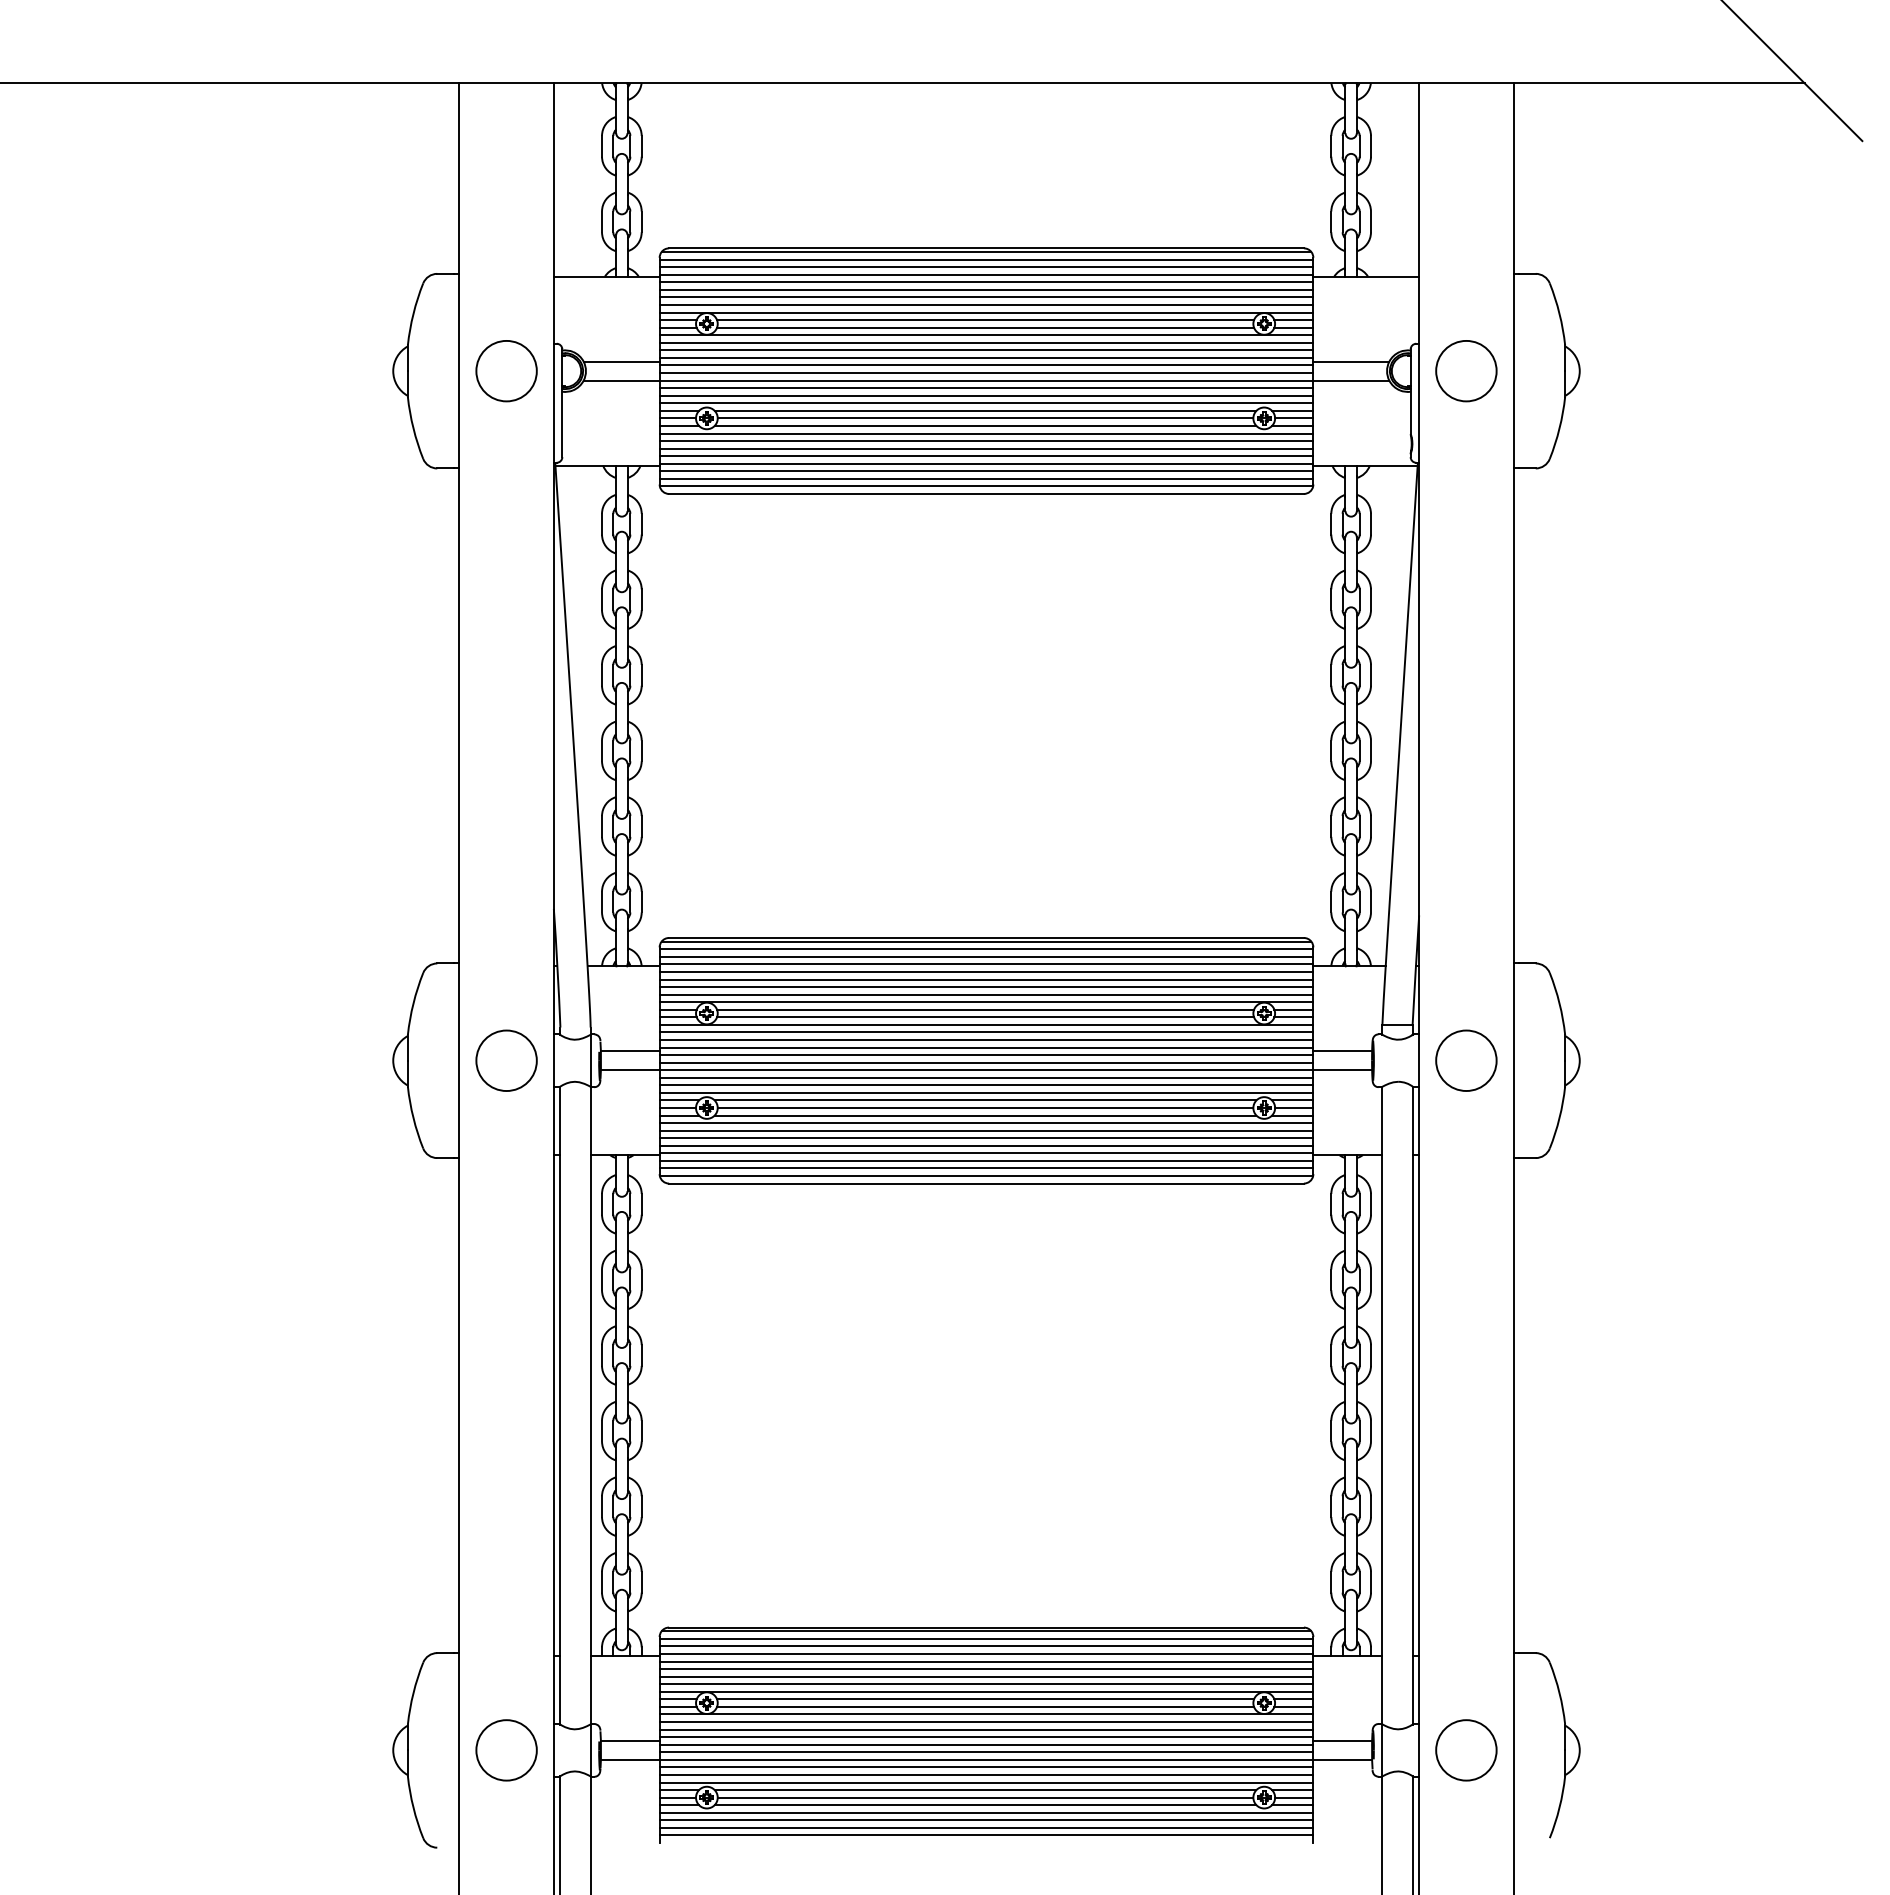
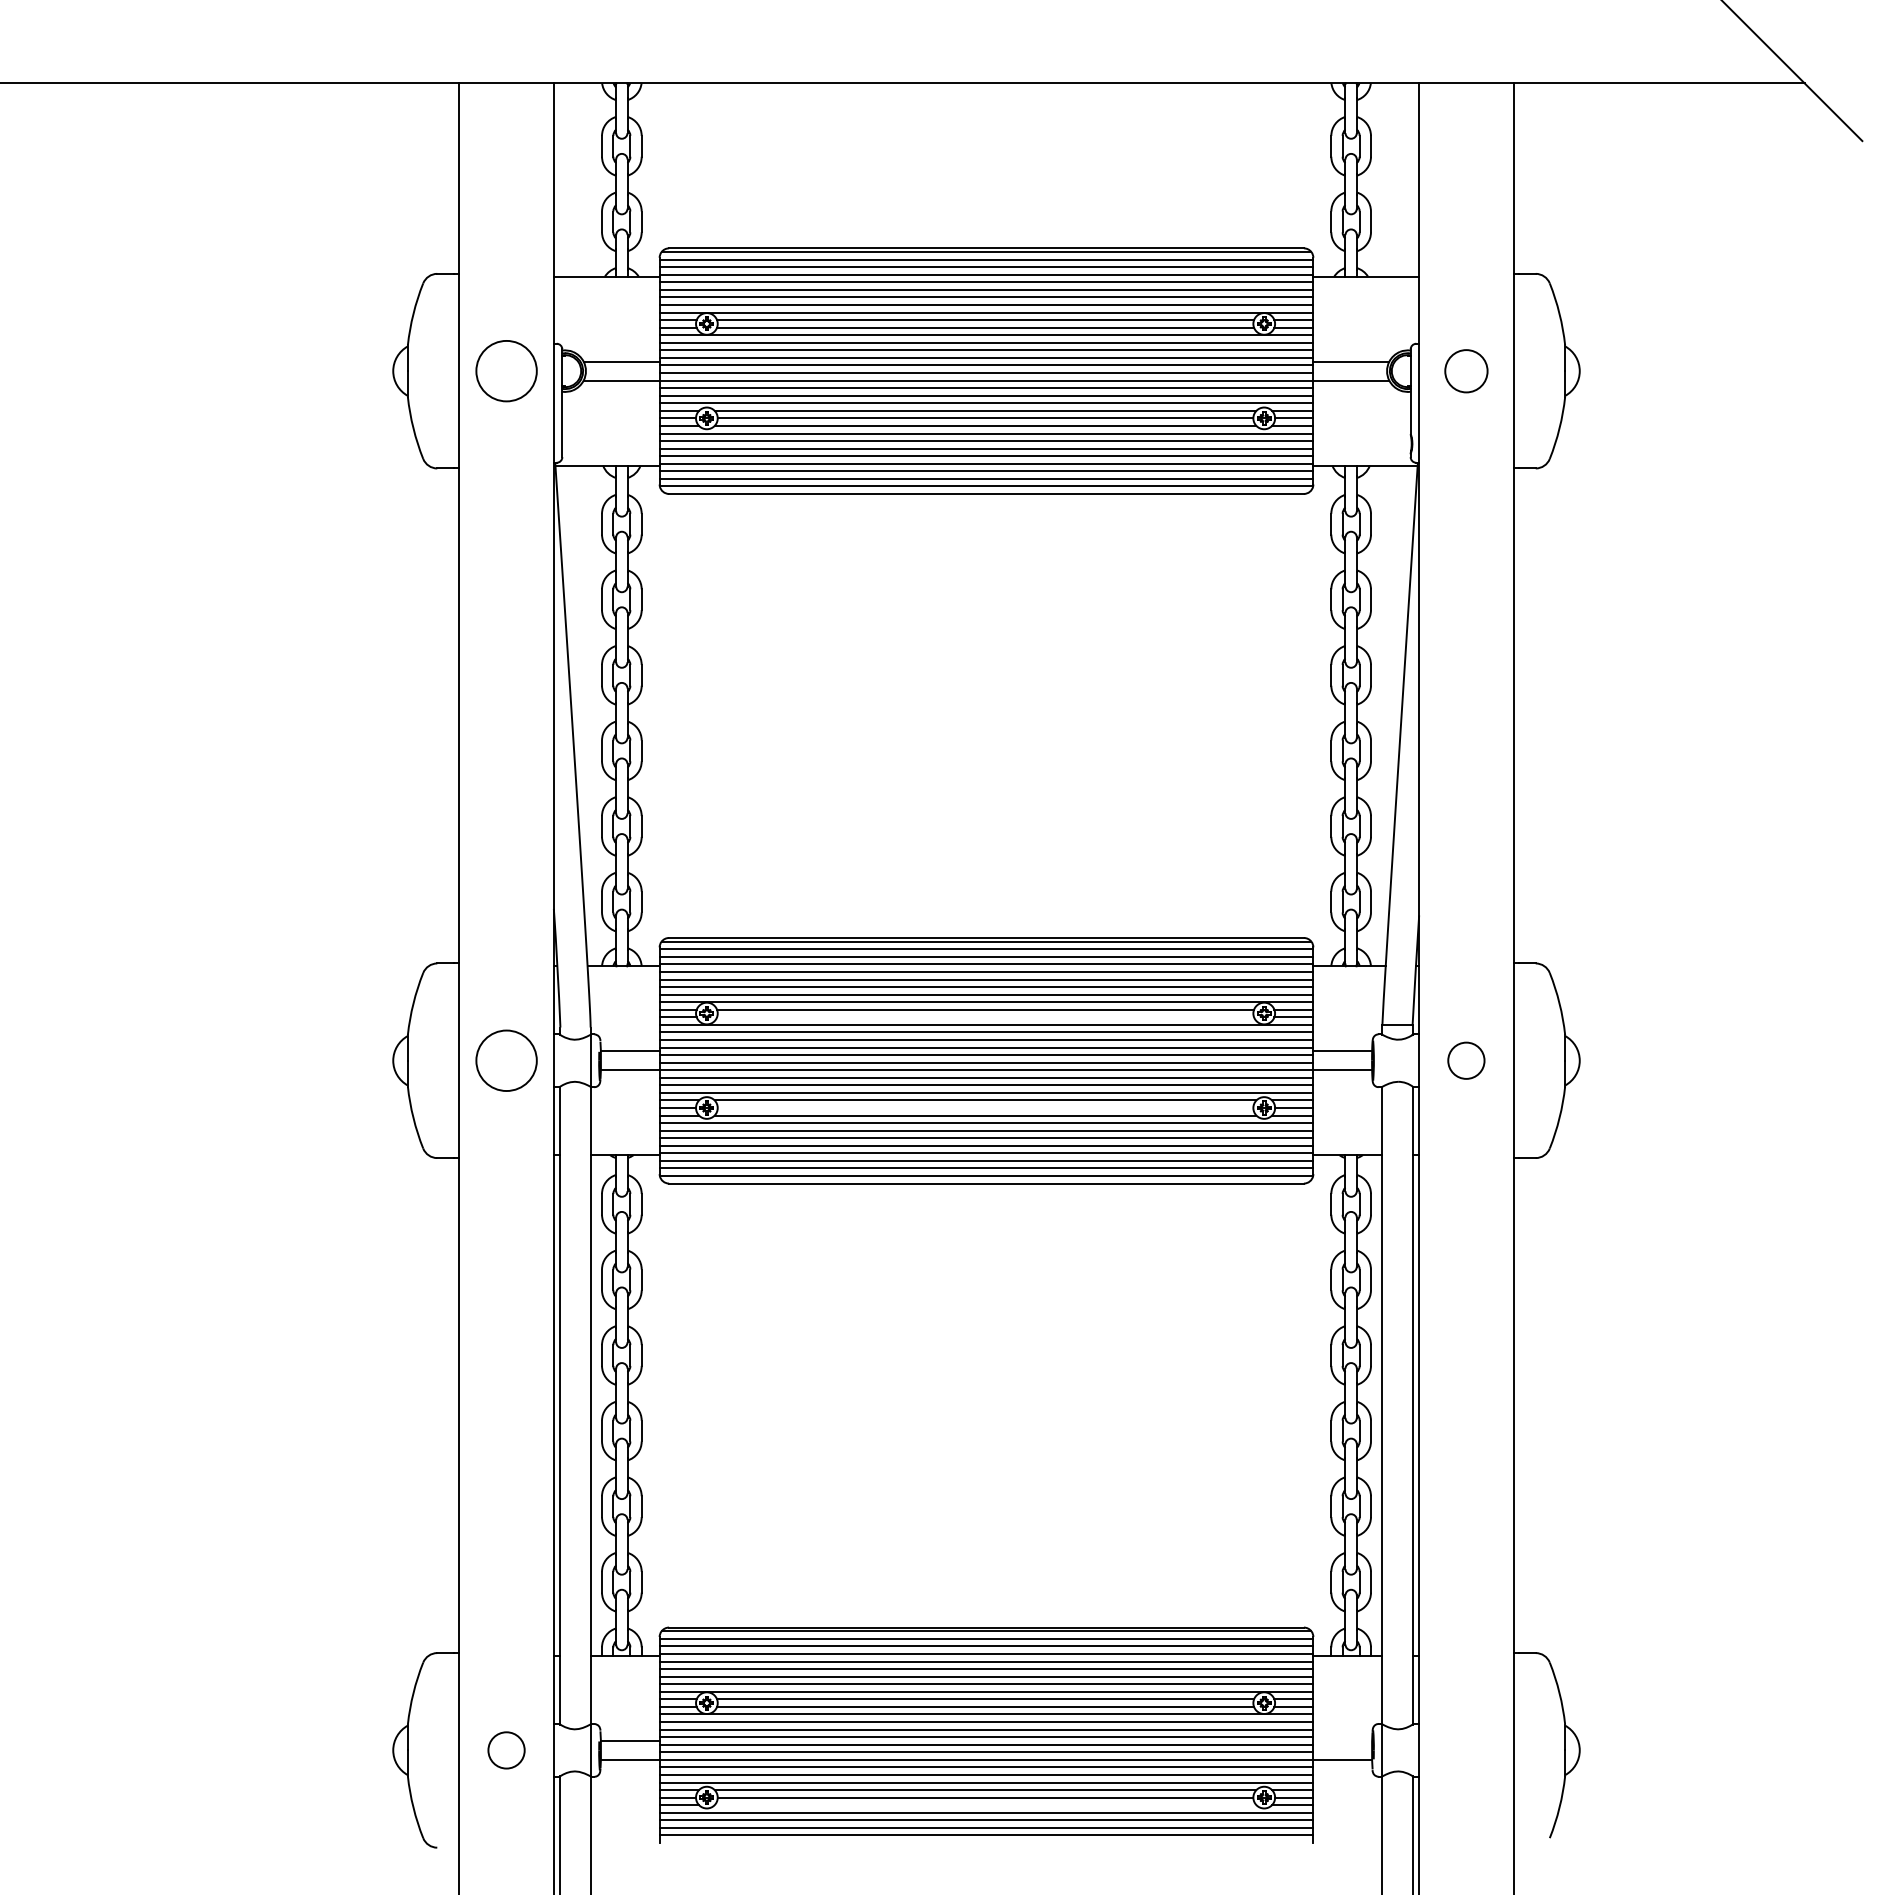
circle at (1466, 371) size: 63x63 px -> 45x45 px
line at (985, 1017): present -> none
circle at (1466, 1060) diameter: 60 px -> 36 px
line at (985, 1108): present -> none
line at (1342, 1740): present -> none
circle at (506, 1750) size: 63x63 px -> 39x39 px
circle at (1466, 1750): present -> none
line at (985, 1805): present -> none
